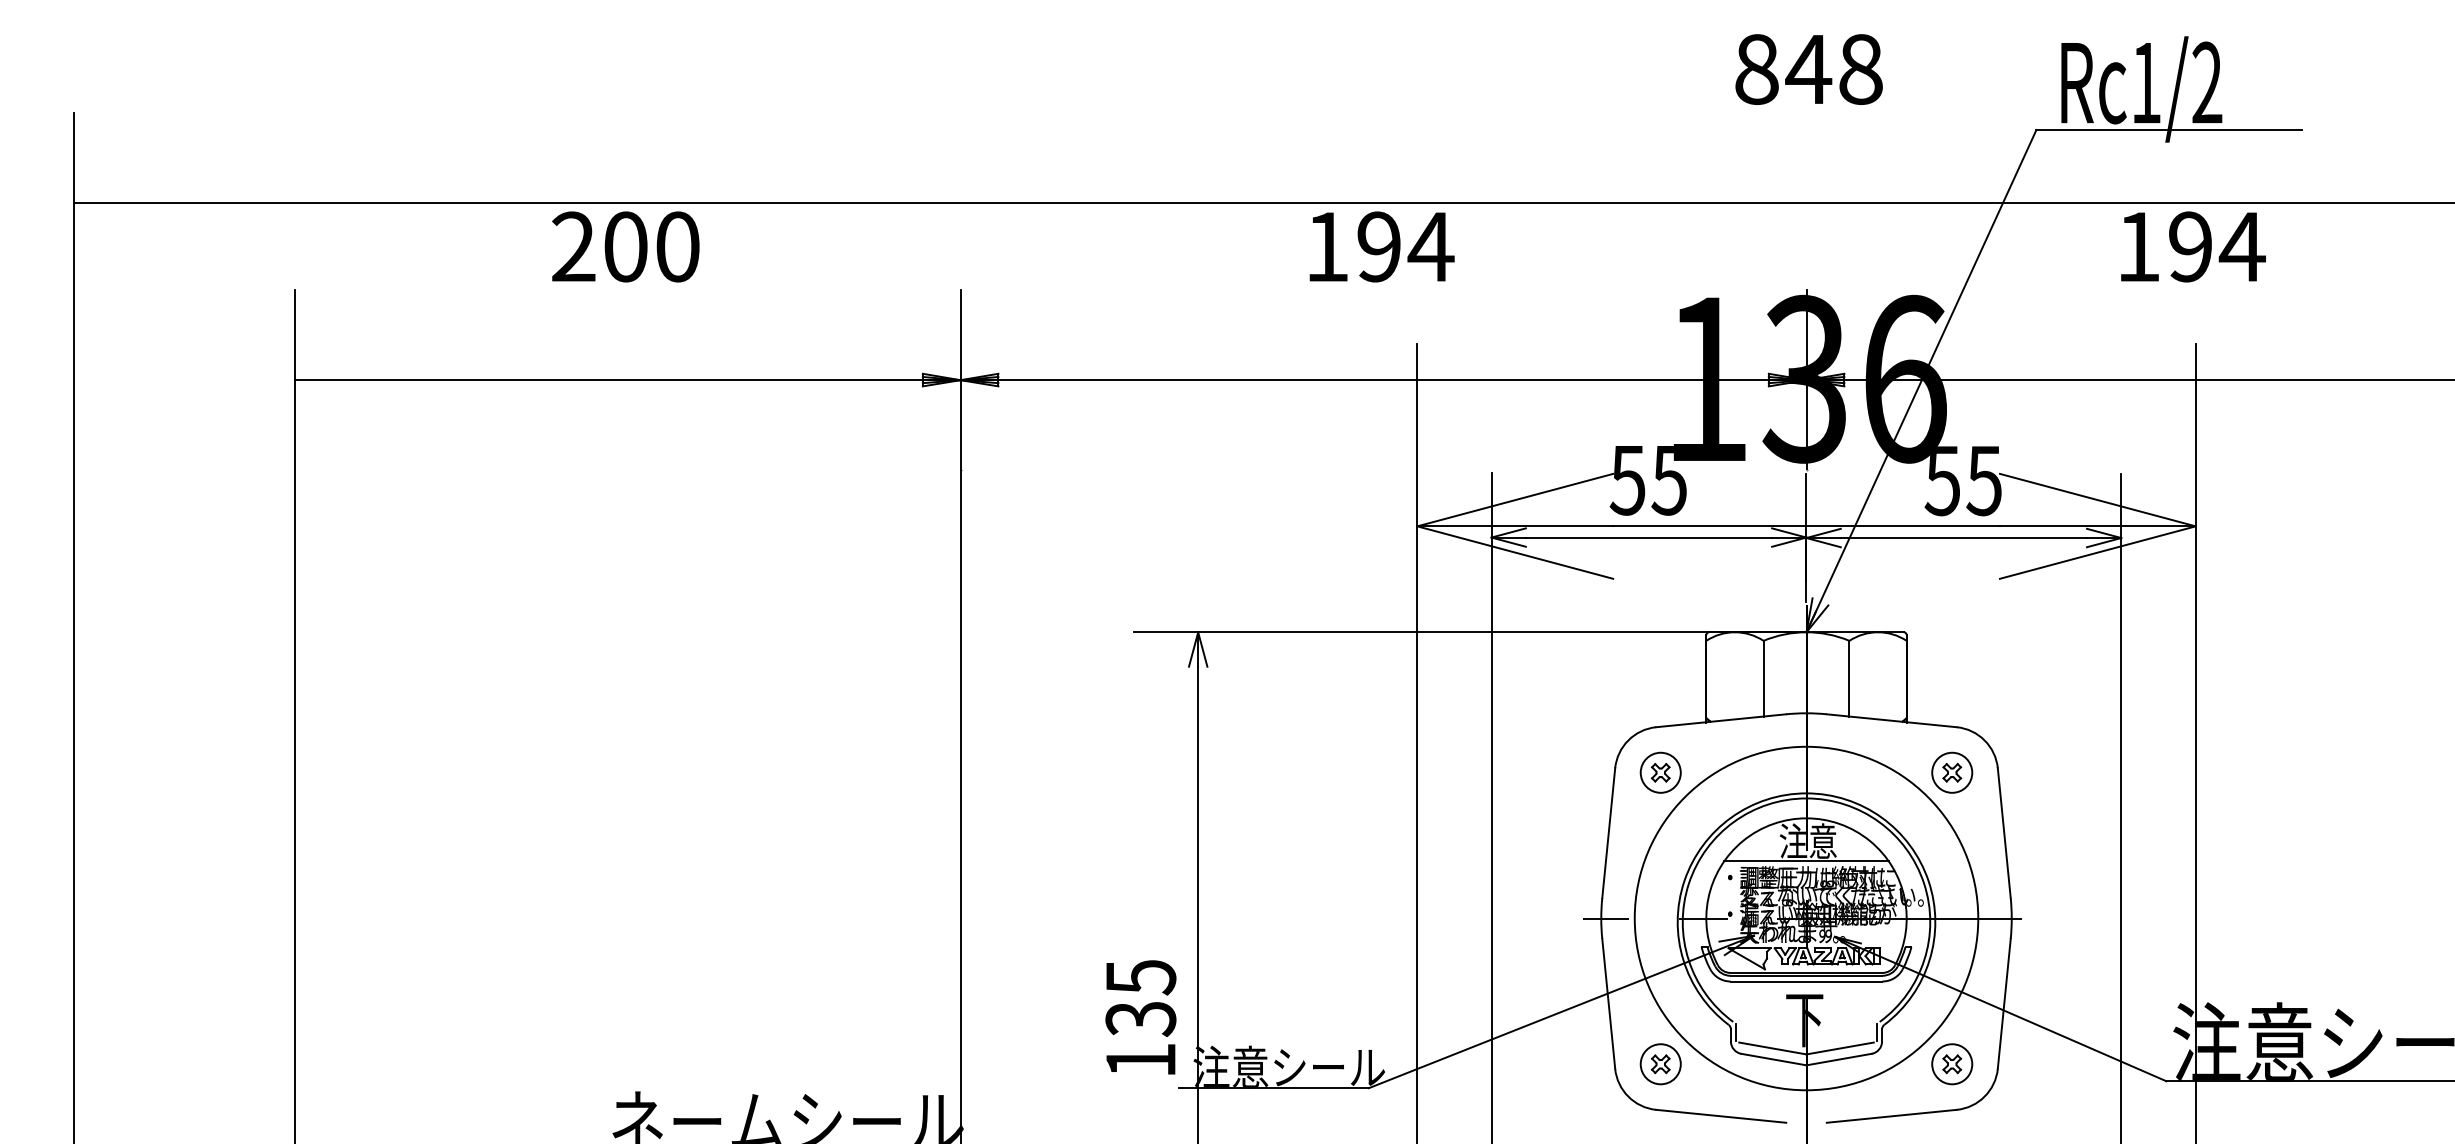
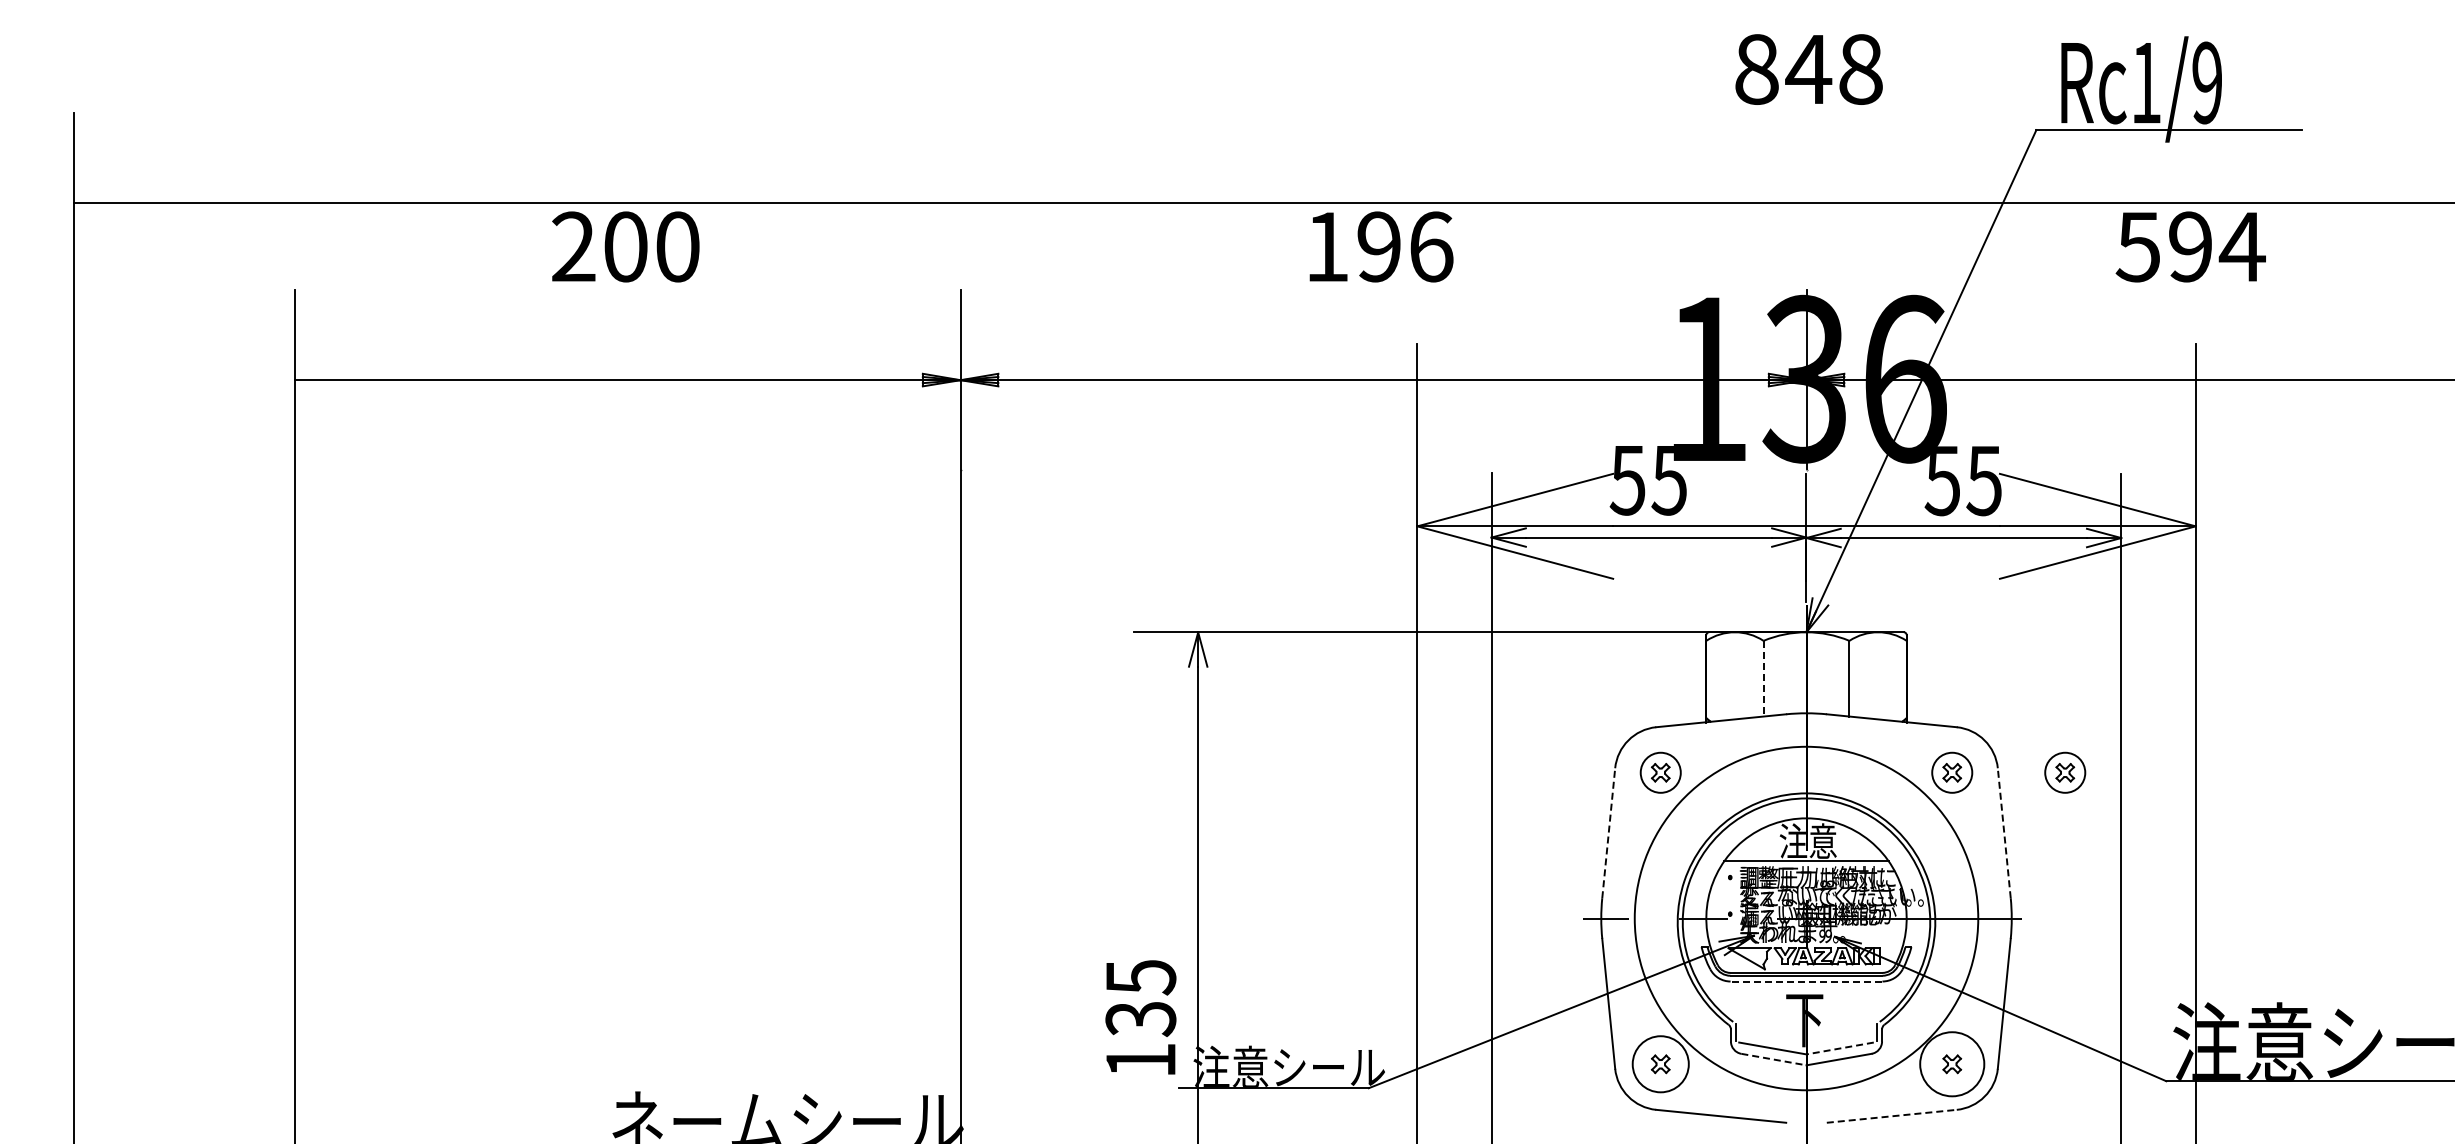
text at (2207, 83): Rc1/2 -> Rc1/9
text at (1430, 246): 194 -> 196
text at (2137, 247): 194 -> 594
line at (1763, 678): solid -> dashed
part at (2065, 772): none -> present
line at (1608, 832): solid -> dashed
line at (2004, 832): solid -> dashed
line at (1806, 981): solid -> dashed
line at (1839, 1048): solid -> dashed
line at (1774, 1059): solid -> dashed
circle at (1660, 1064) diameter: 40 px -> 56 px
circle at (1952, 1064) diameter: 40 px -> 64 px
line at (1892, 1116): solid -> dashed
